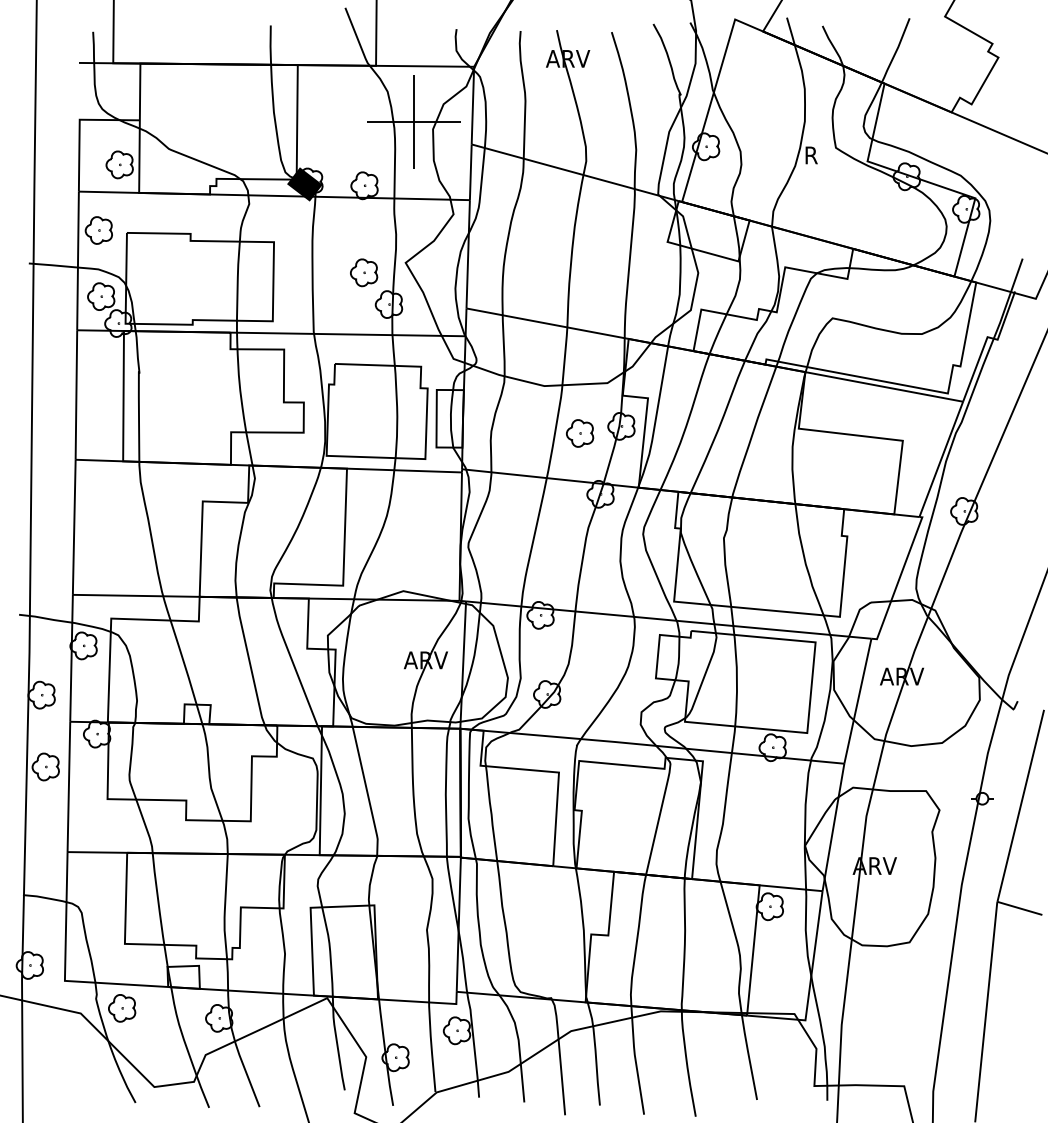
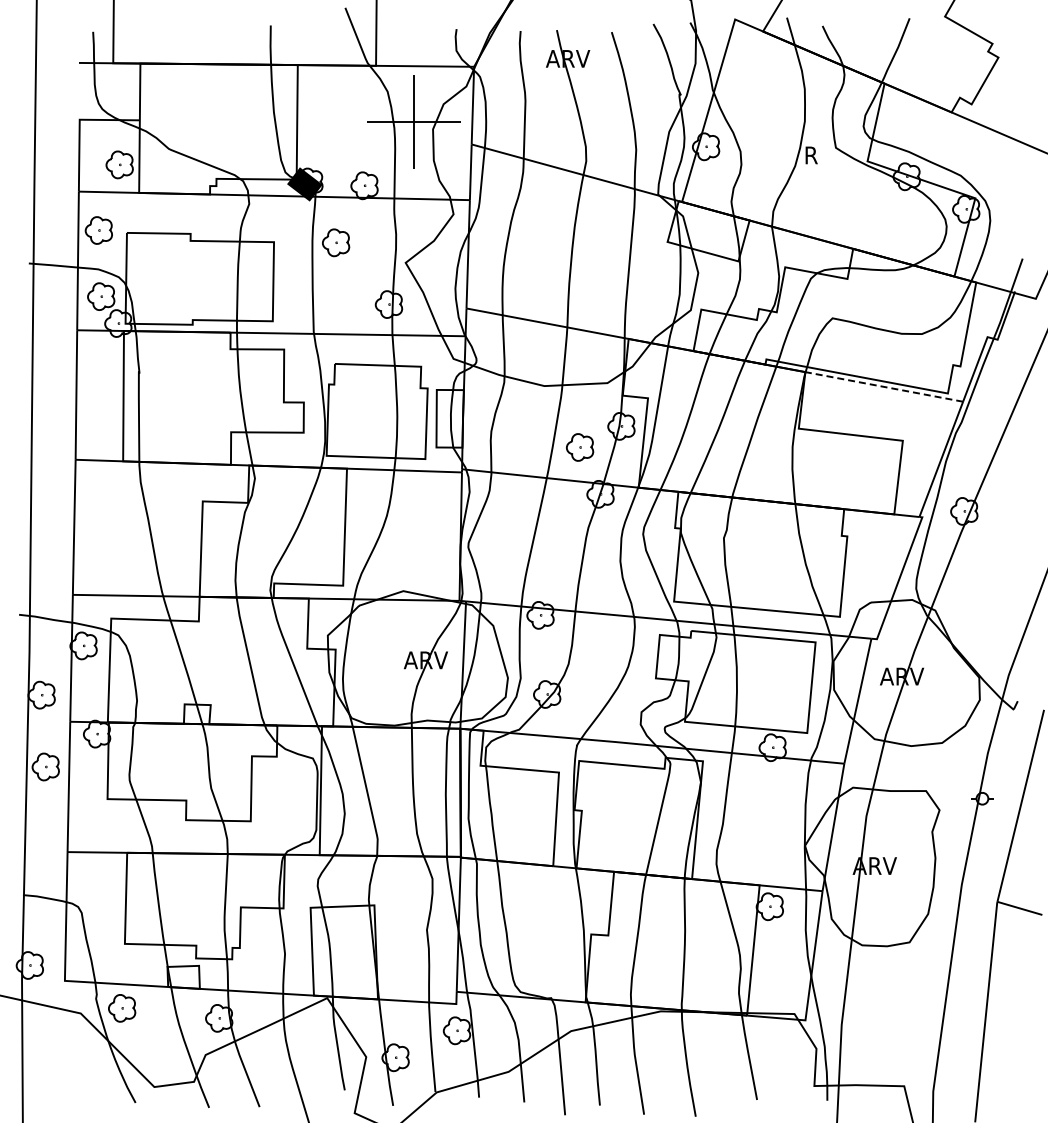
part at (364, 272) position: (364, 272) -> (336, 242)
line at (883, 386): solid -> dashed
part at (580, 433) position: (580, 433) -> (580, 447)
